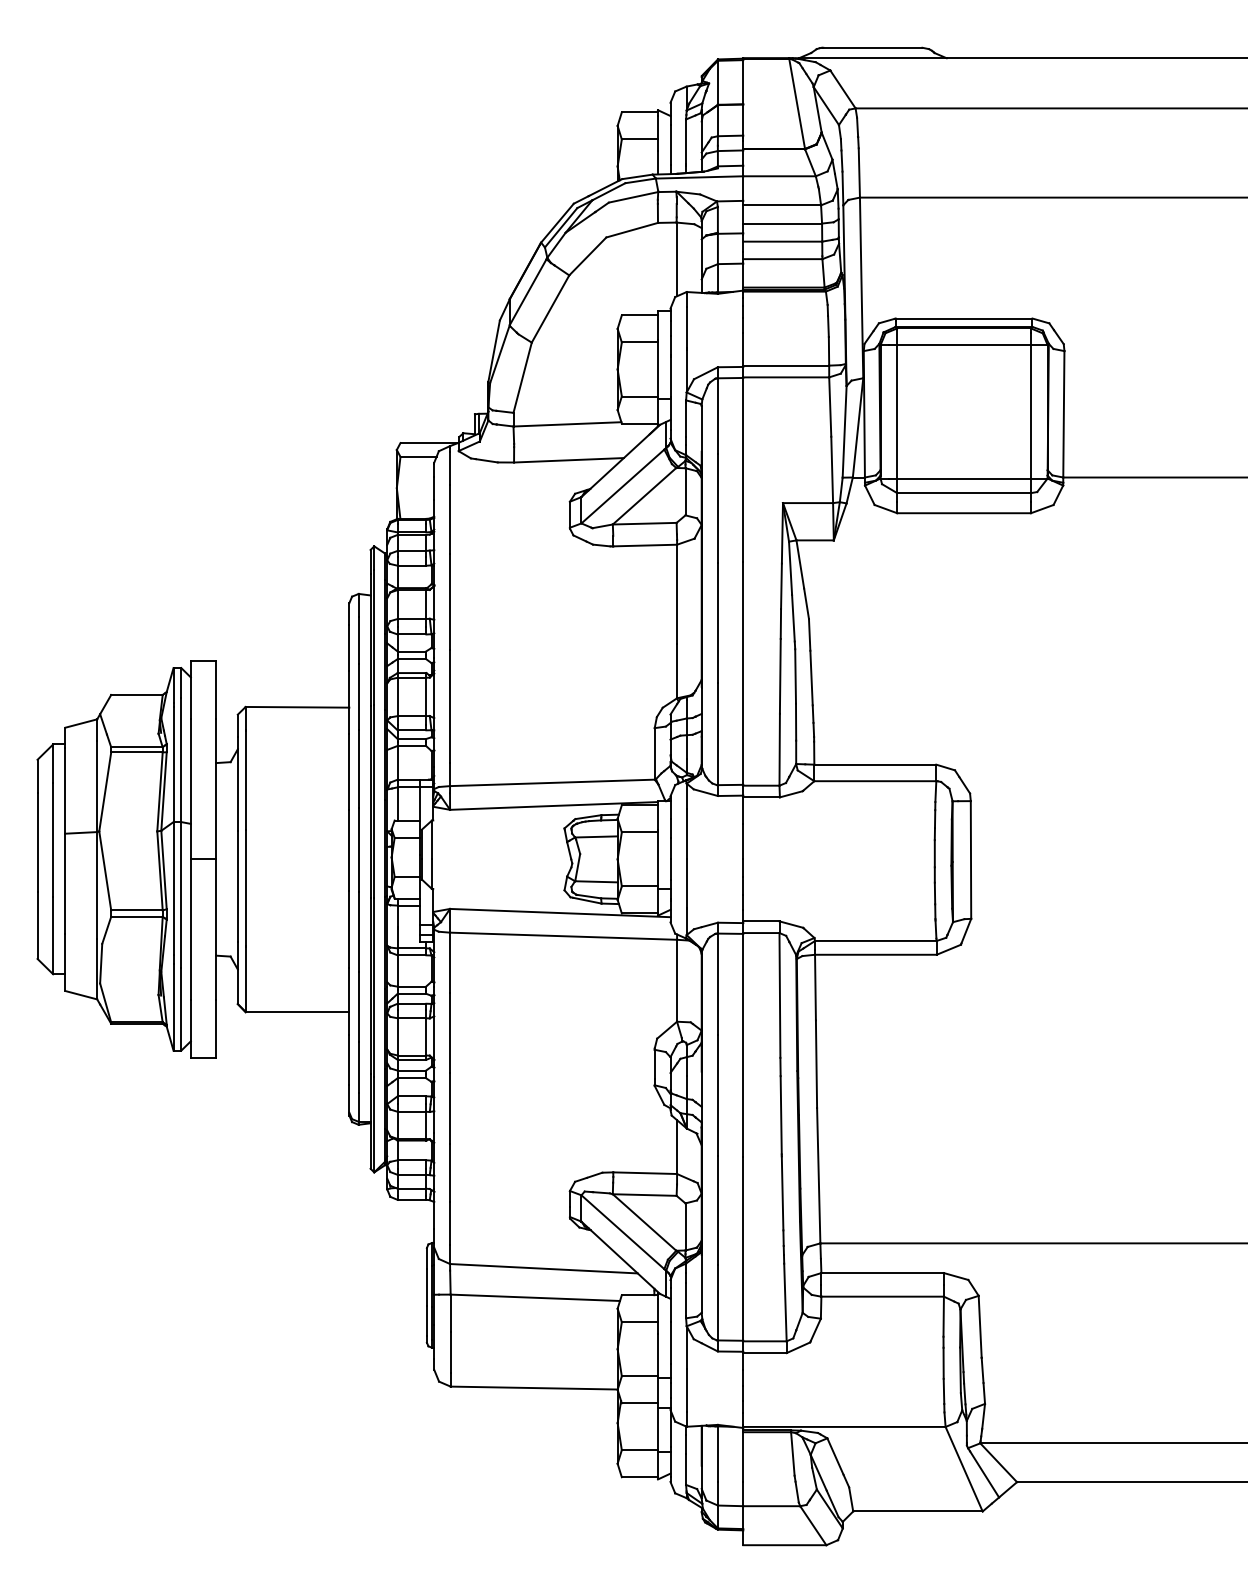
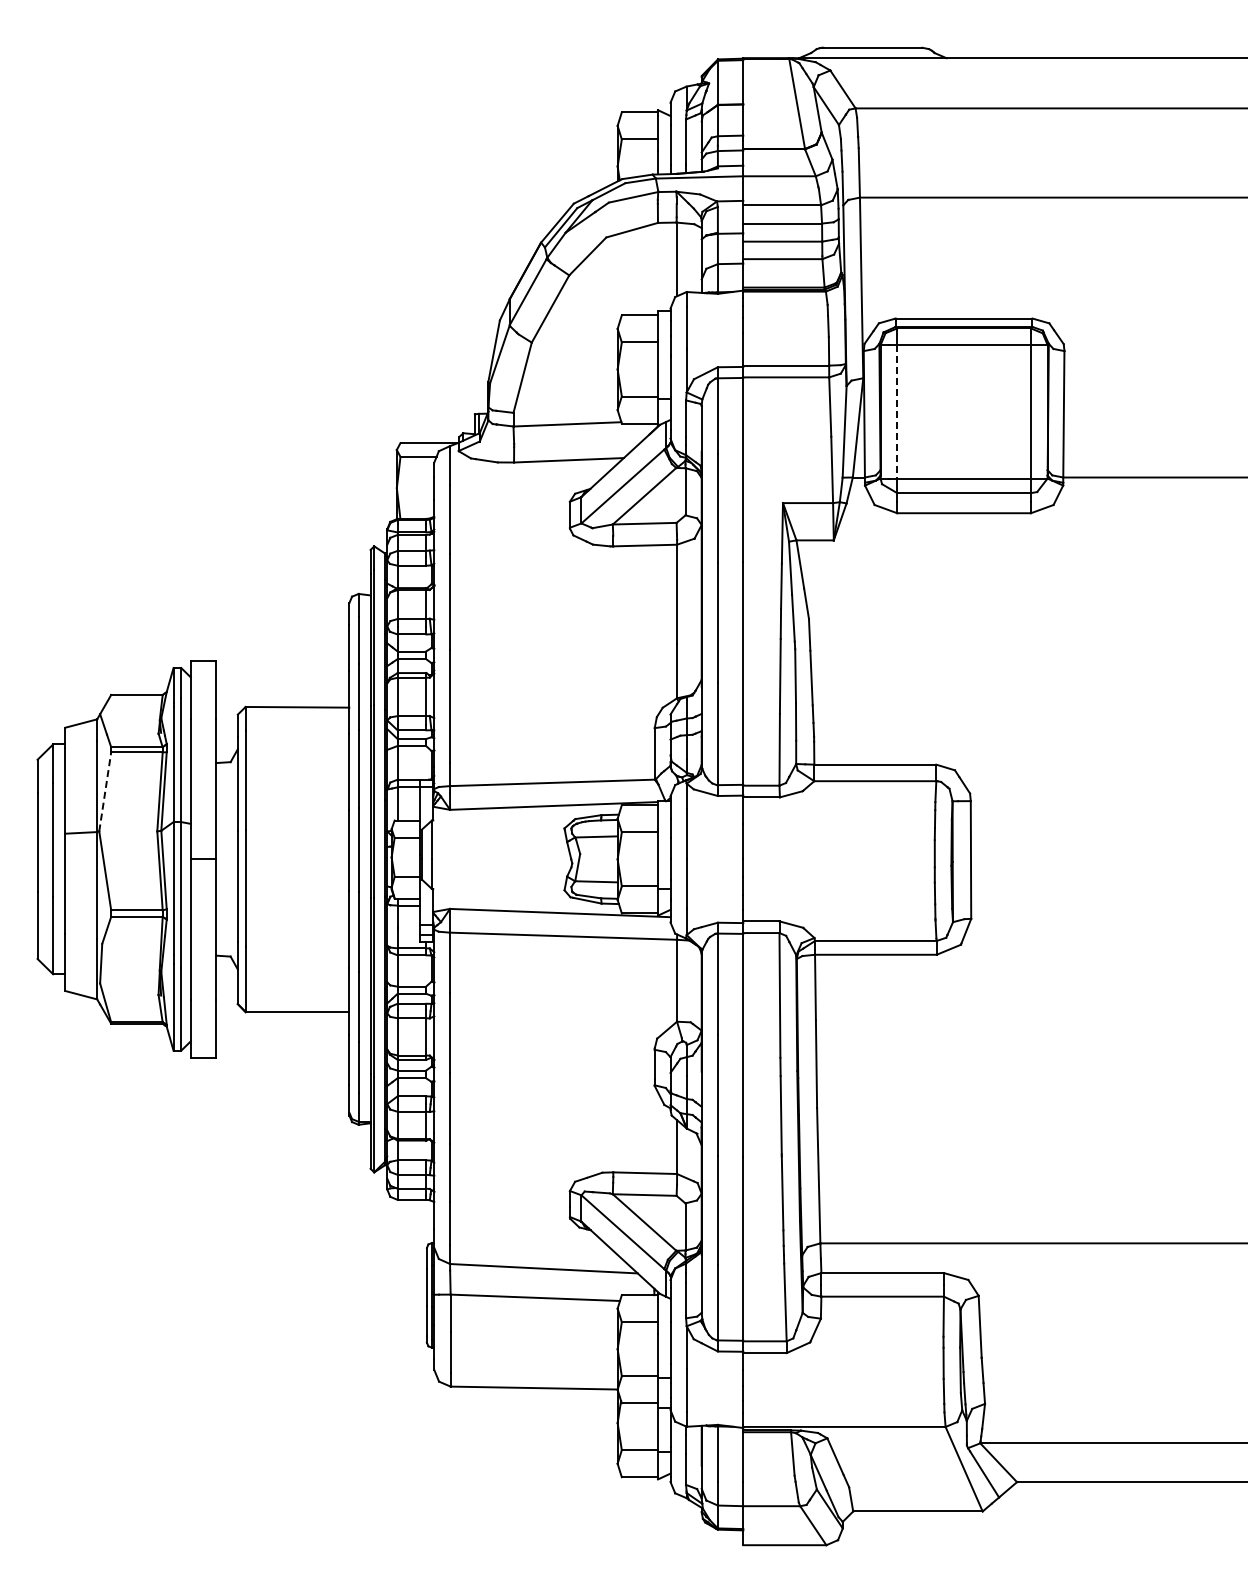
line at (897, 411): solid -> dashed
line at (105, 791): solid -> dashed
